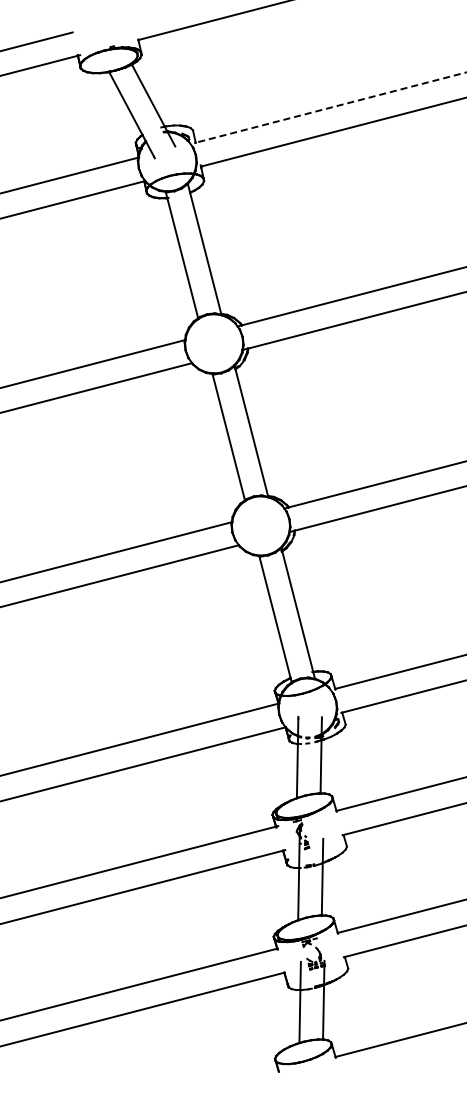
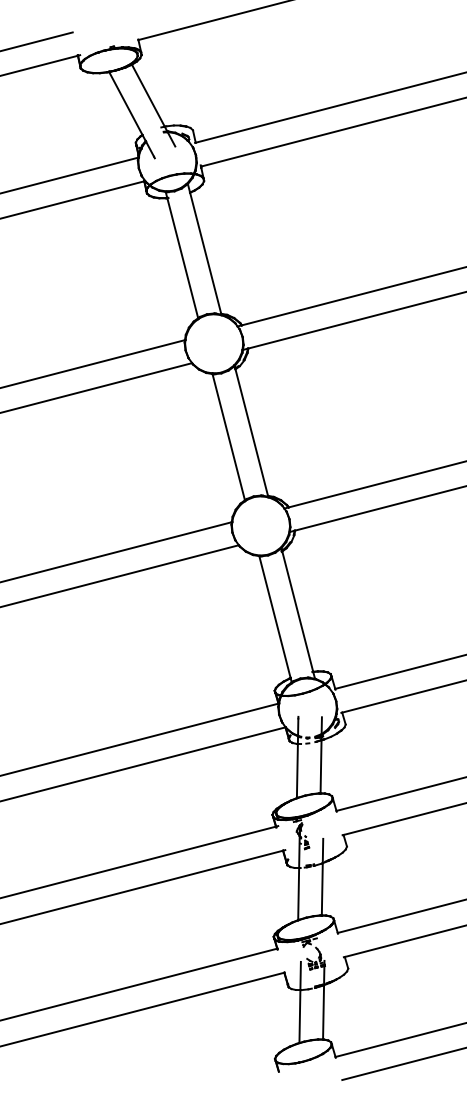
line at (331, 107): dashed -> solid
line at (402, 1064): none -> present
